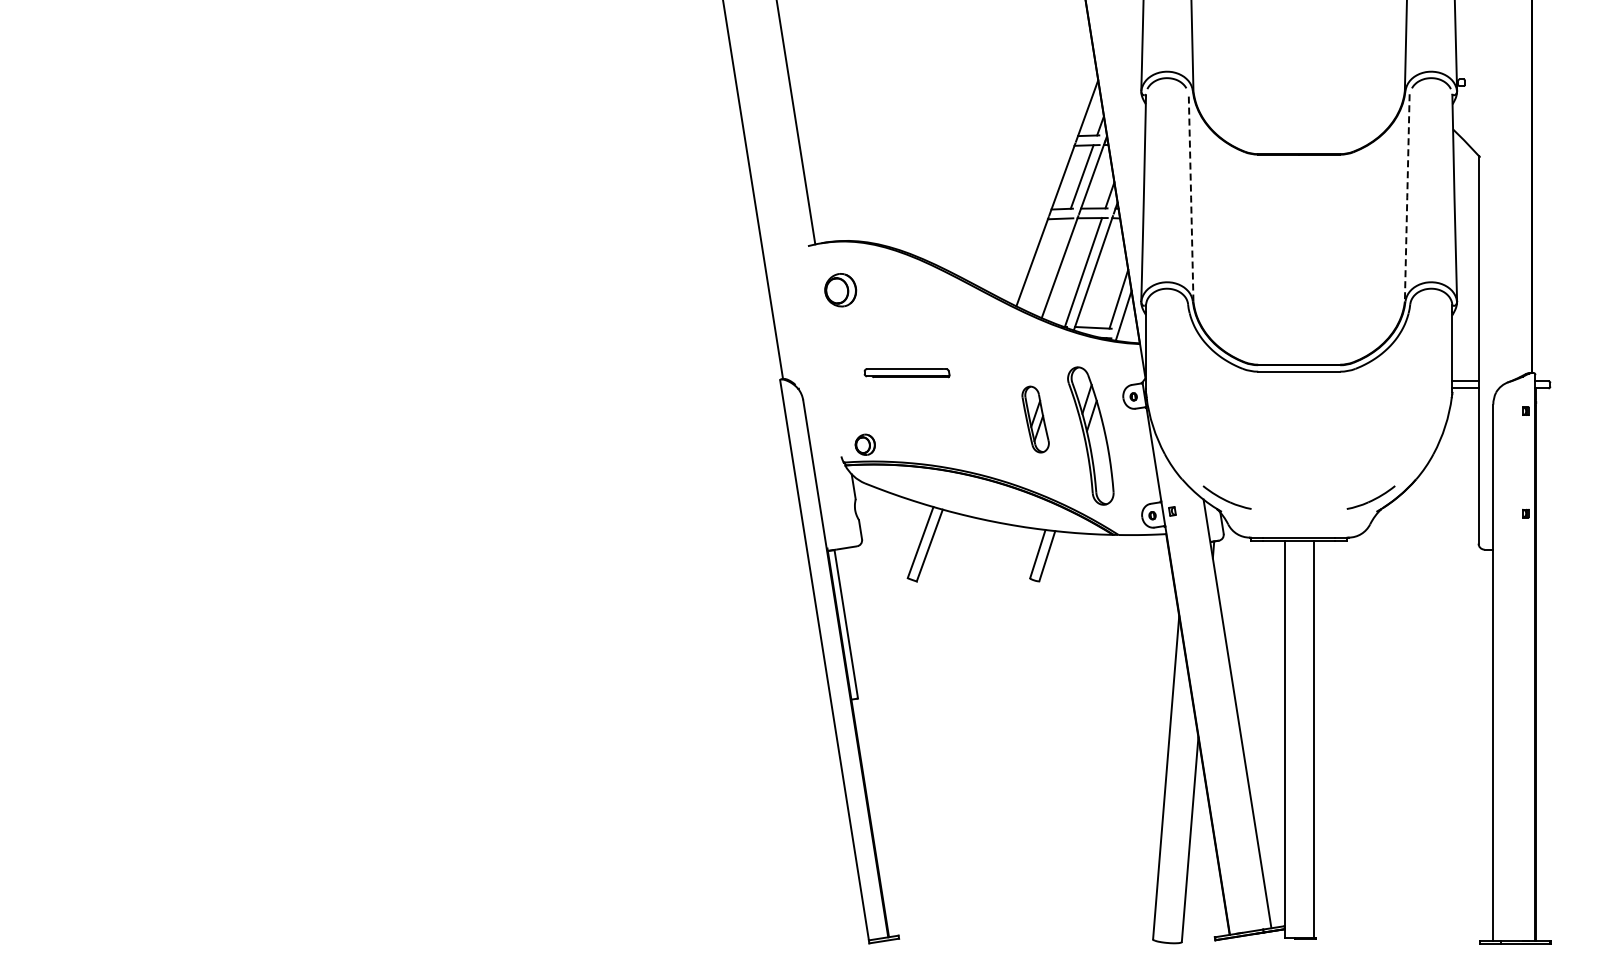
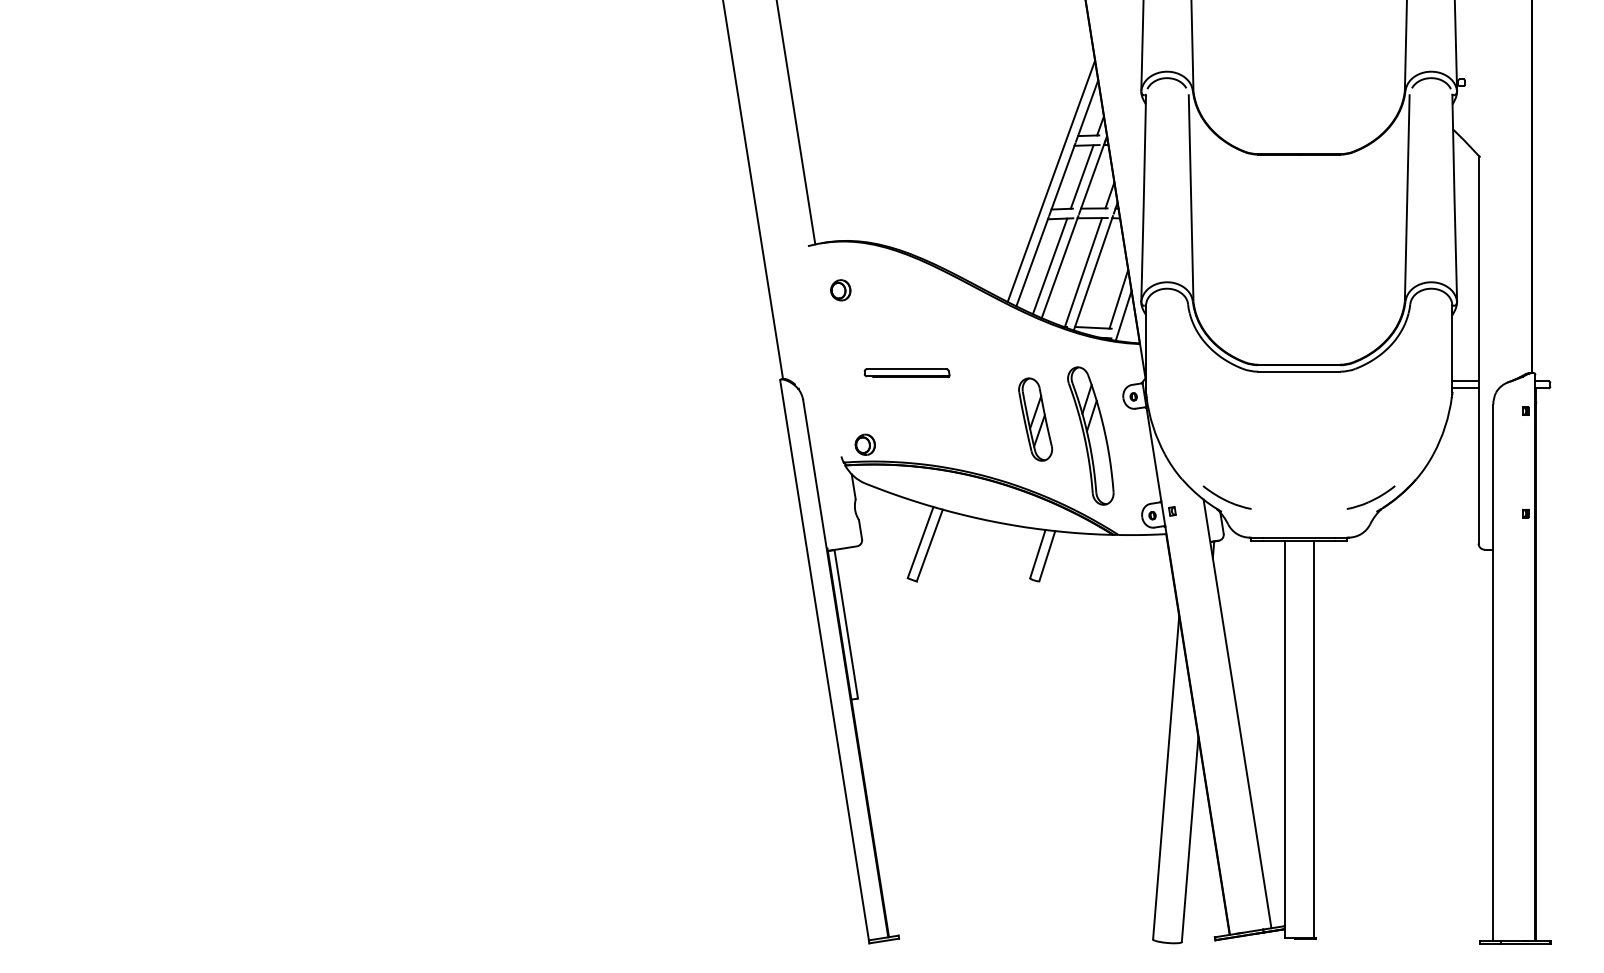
line at (1051, 180): none -> present
line at (1191, 197): dashed -> solid
line at (1407, 198): dashed -> solid
line at (1049, 266): none -> present
part at (840, 290) size: 34x35 px -> 22x23 px
part at (1035, 419) size: 29x69 px -> 36x85 px
